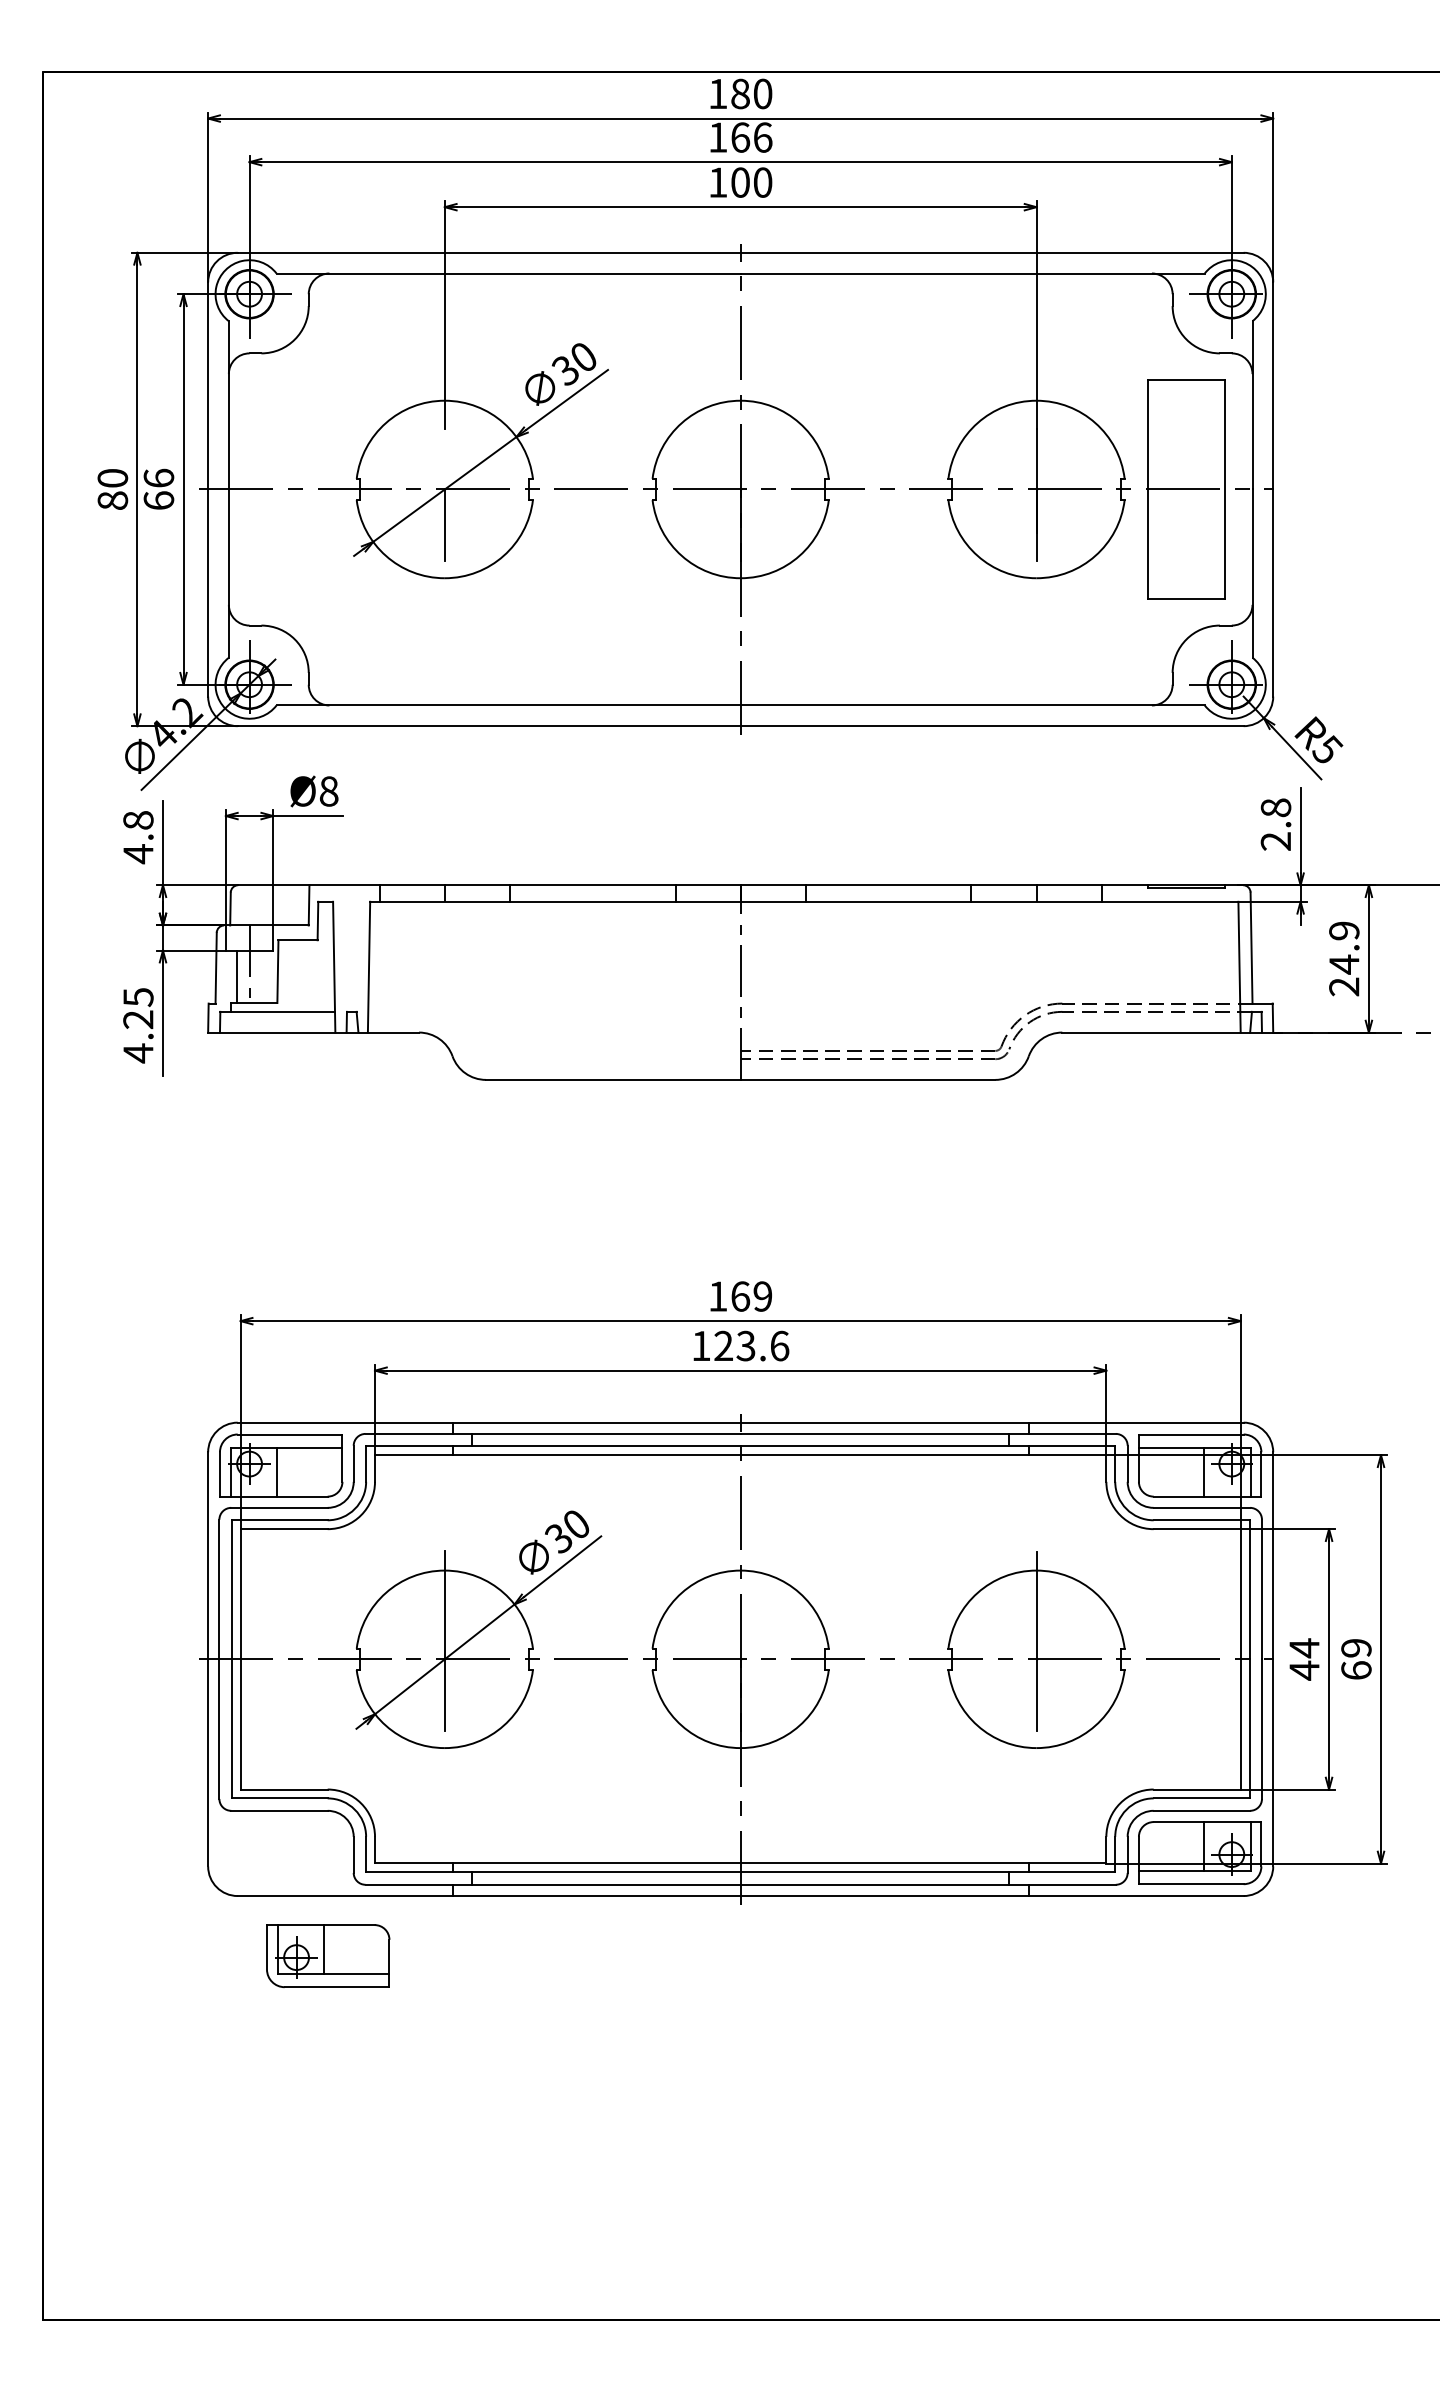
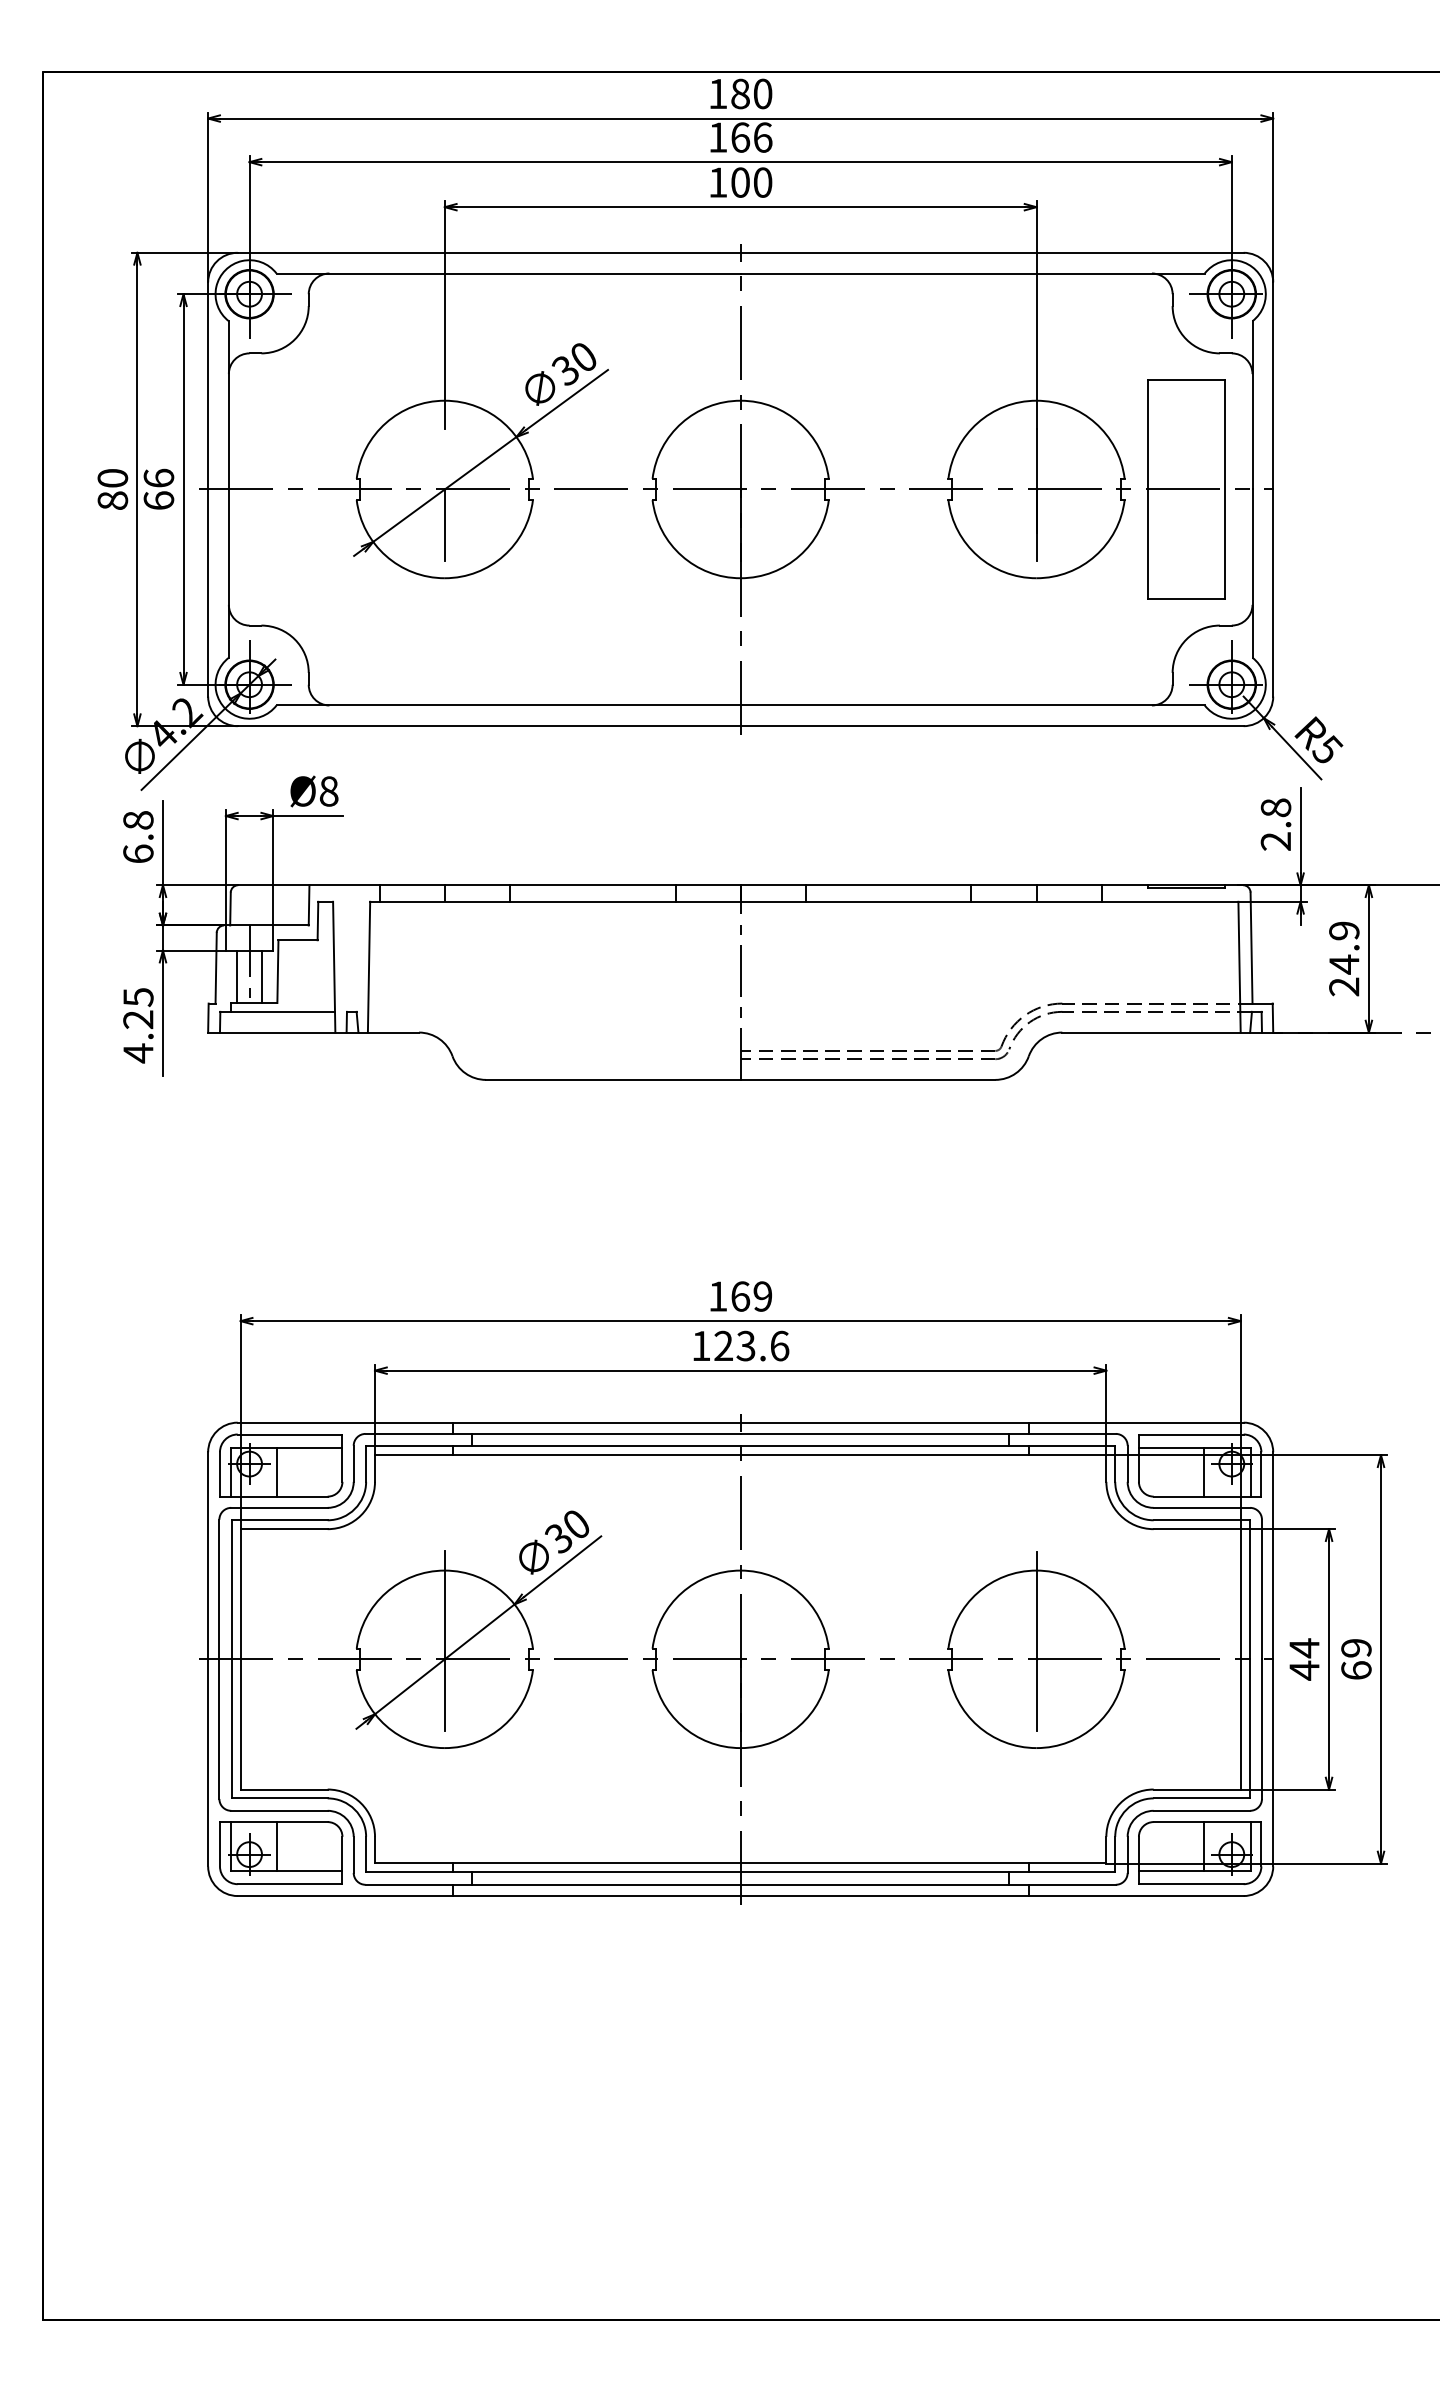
text at (138, 854): 4.8 -> 6.8
line at (262, 976): none -> present
part at (328, 1955) position: (328, 1955) -> (281, 1852)
